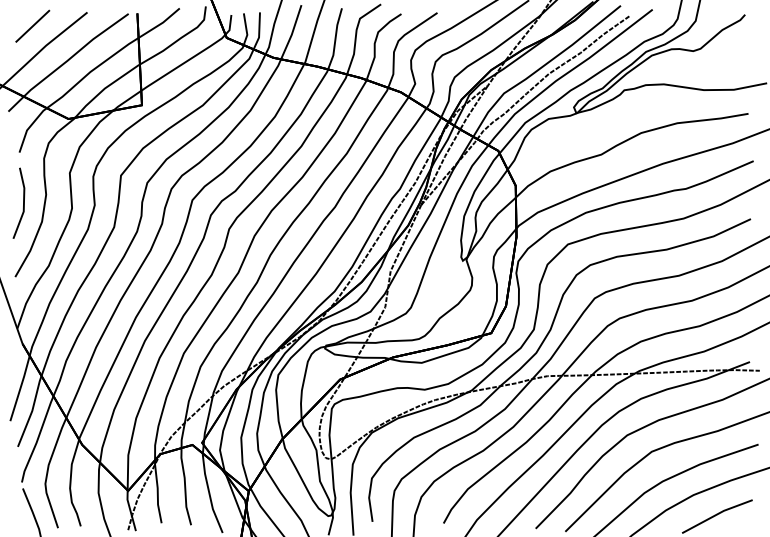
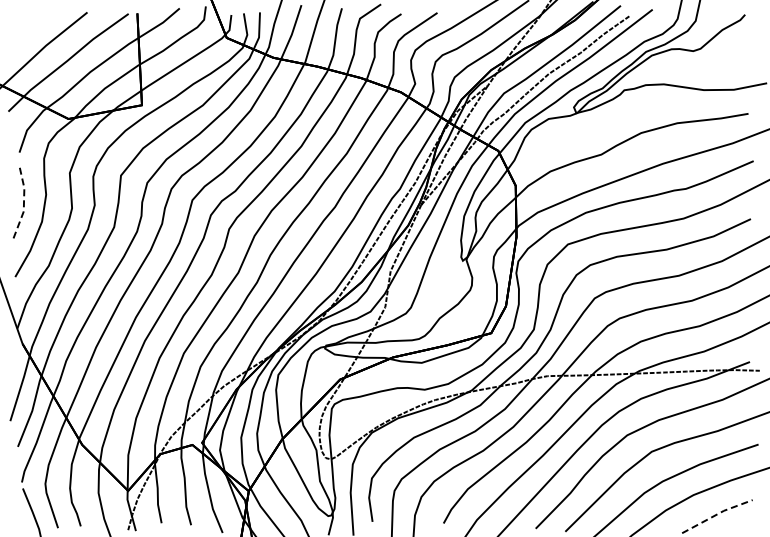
line at (32, 25): present -> none
line at (23, 204): solid -> dashed
line at (717, 514): solid -> dashed
